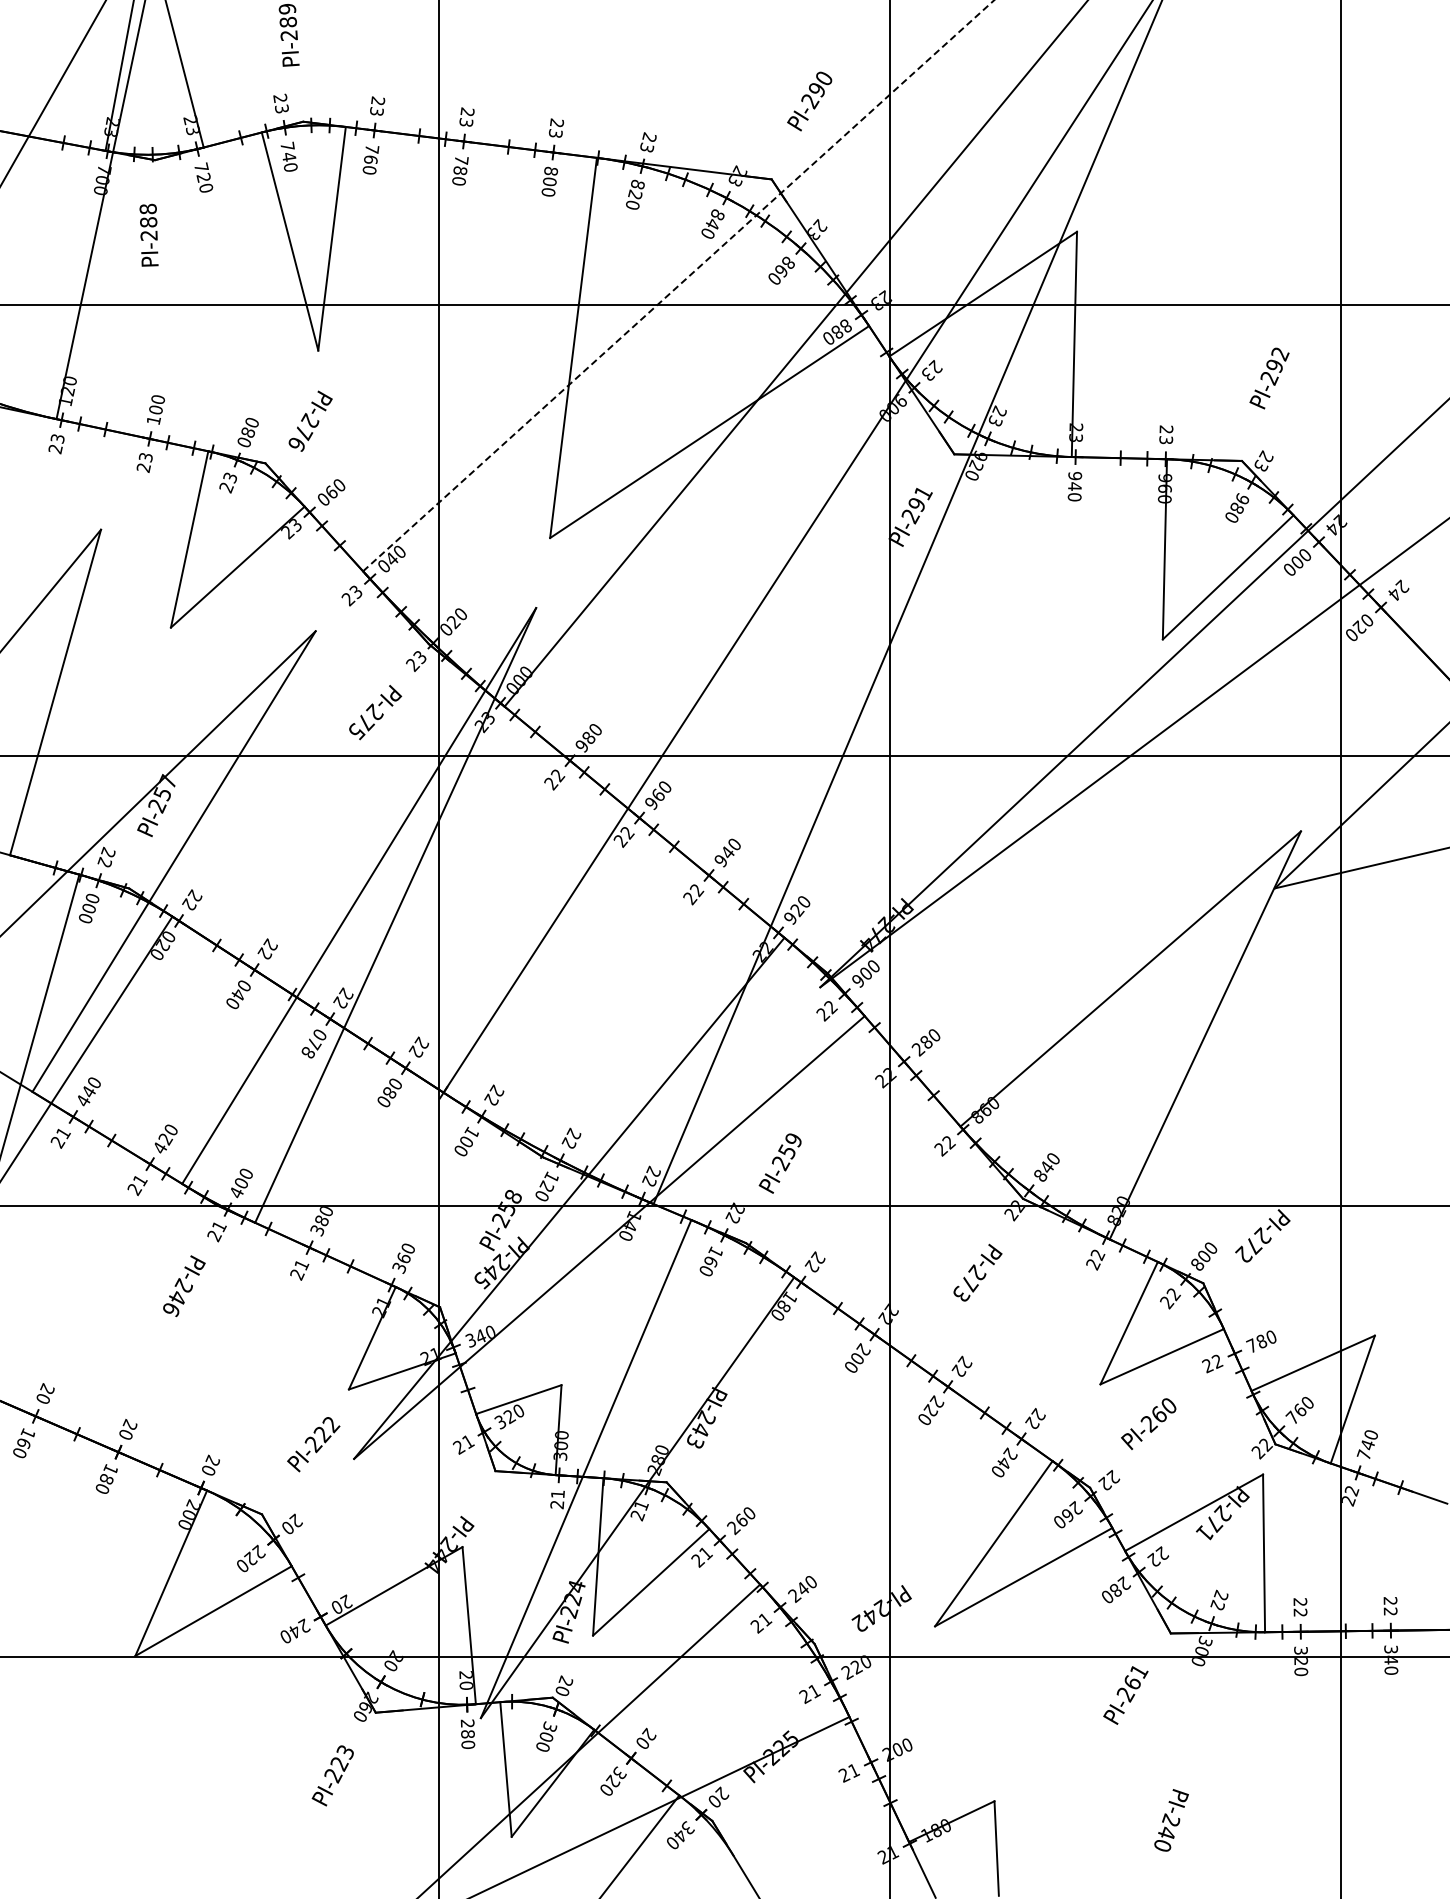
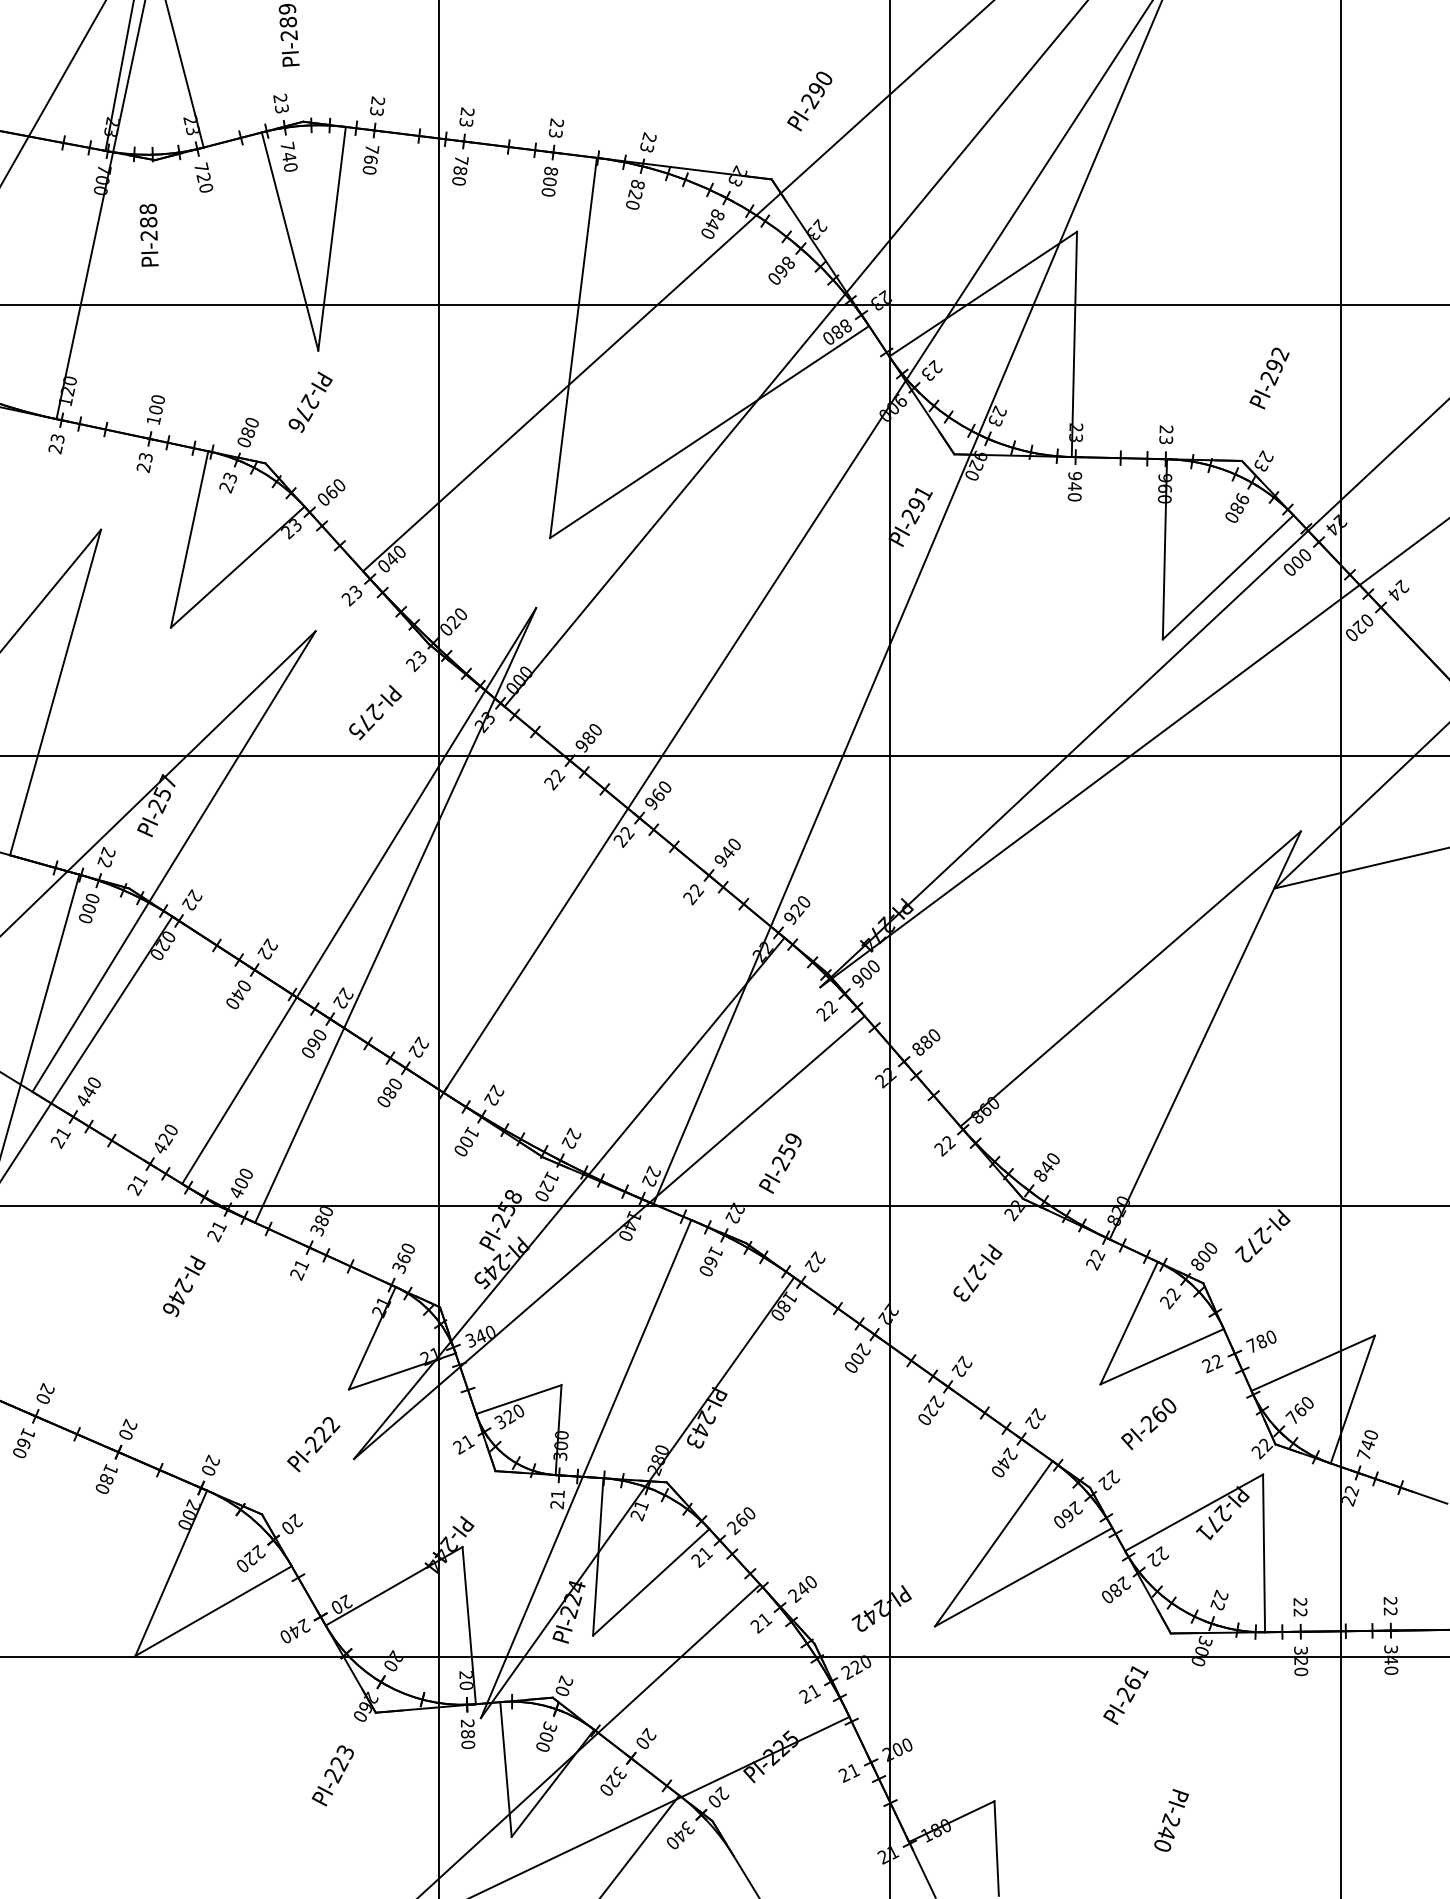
line at (678, 285): dashed -> solid
text at (310, 420) position: (310, 420) -> (310, 401)
text at (311, 1048): 078 -> 060
text at (918, 1049): 280 -> 880
